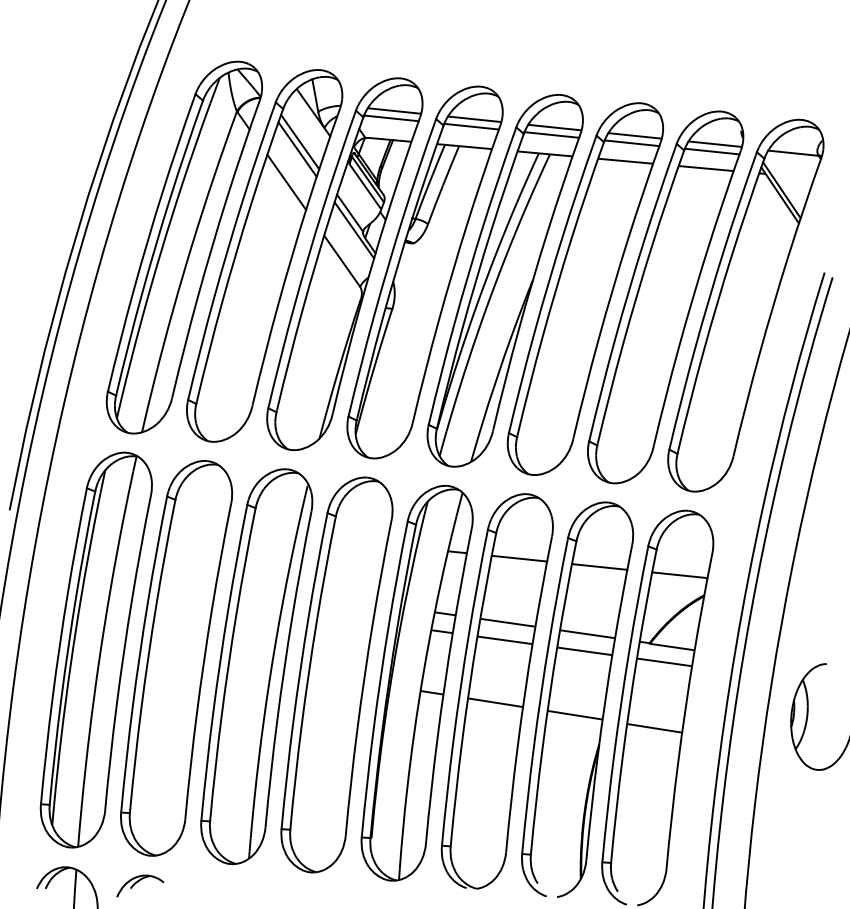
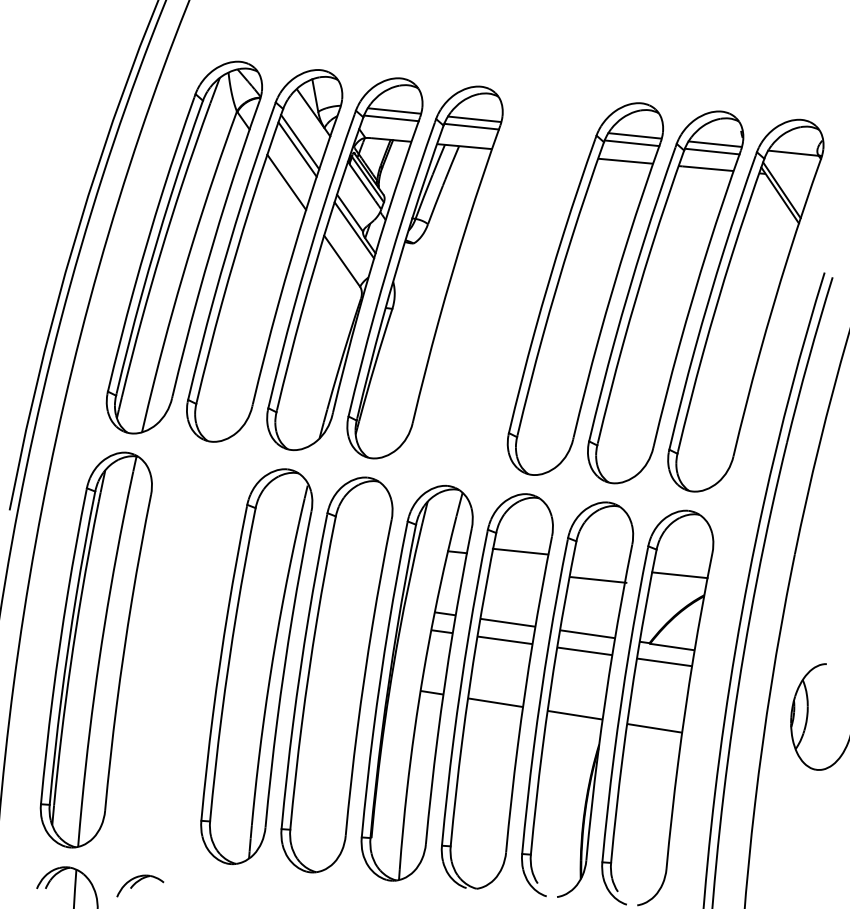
part at (504, 280): present -> none
line at (519, 558) position: (519, 558) -> (520, 551)
line at (599, 566) position: (599, 566) -> (598, 579)
part at (176, 658): present -> none
